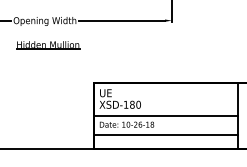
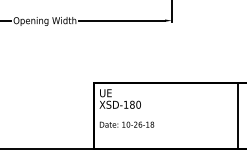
part at (48, 45): present -> none
line at (165, 116): present -> none
line at (165, 134): present -> none
